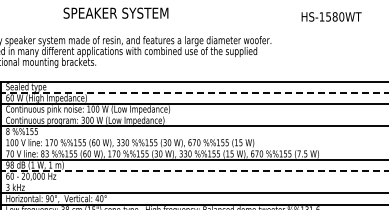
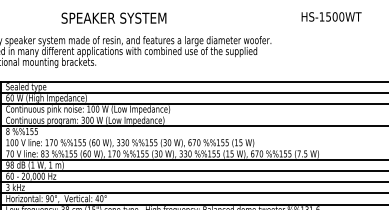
text at (115, 12) position: (115, 12) -> (113, 17)
text at (334, 16): HS-1580WT -> HS-1500WT
line at (194, 92): dashed -> solid
line at (194, 171): dashed -> solid
line at (193, 182): none -> present
